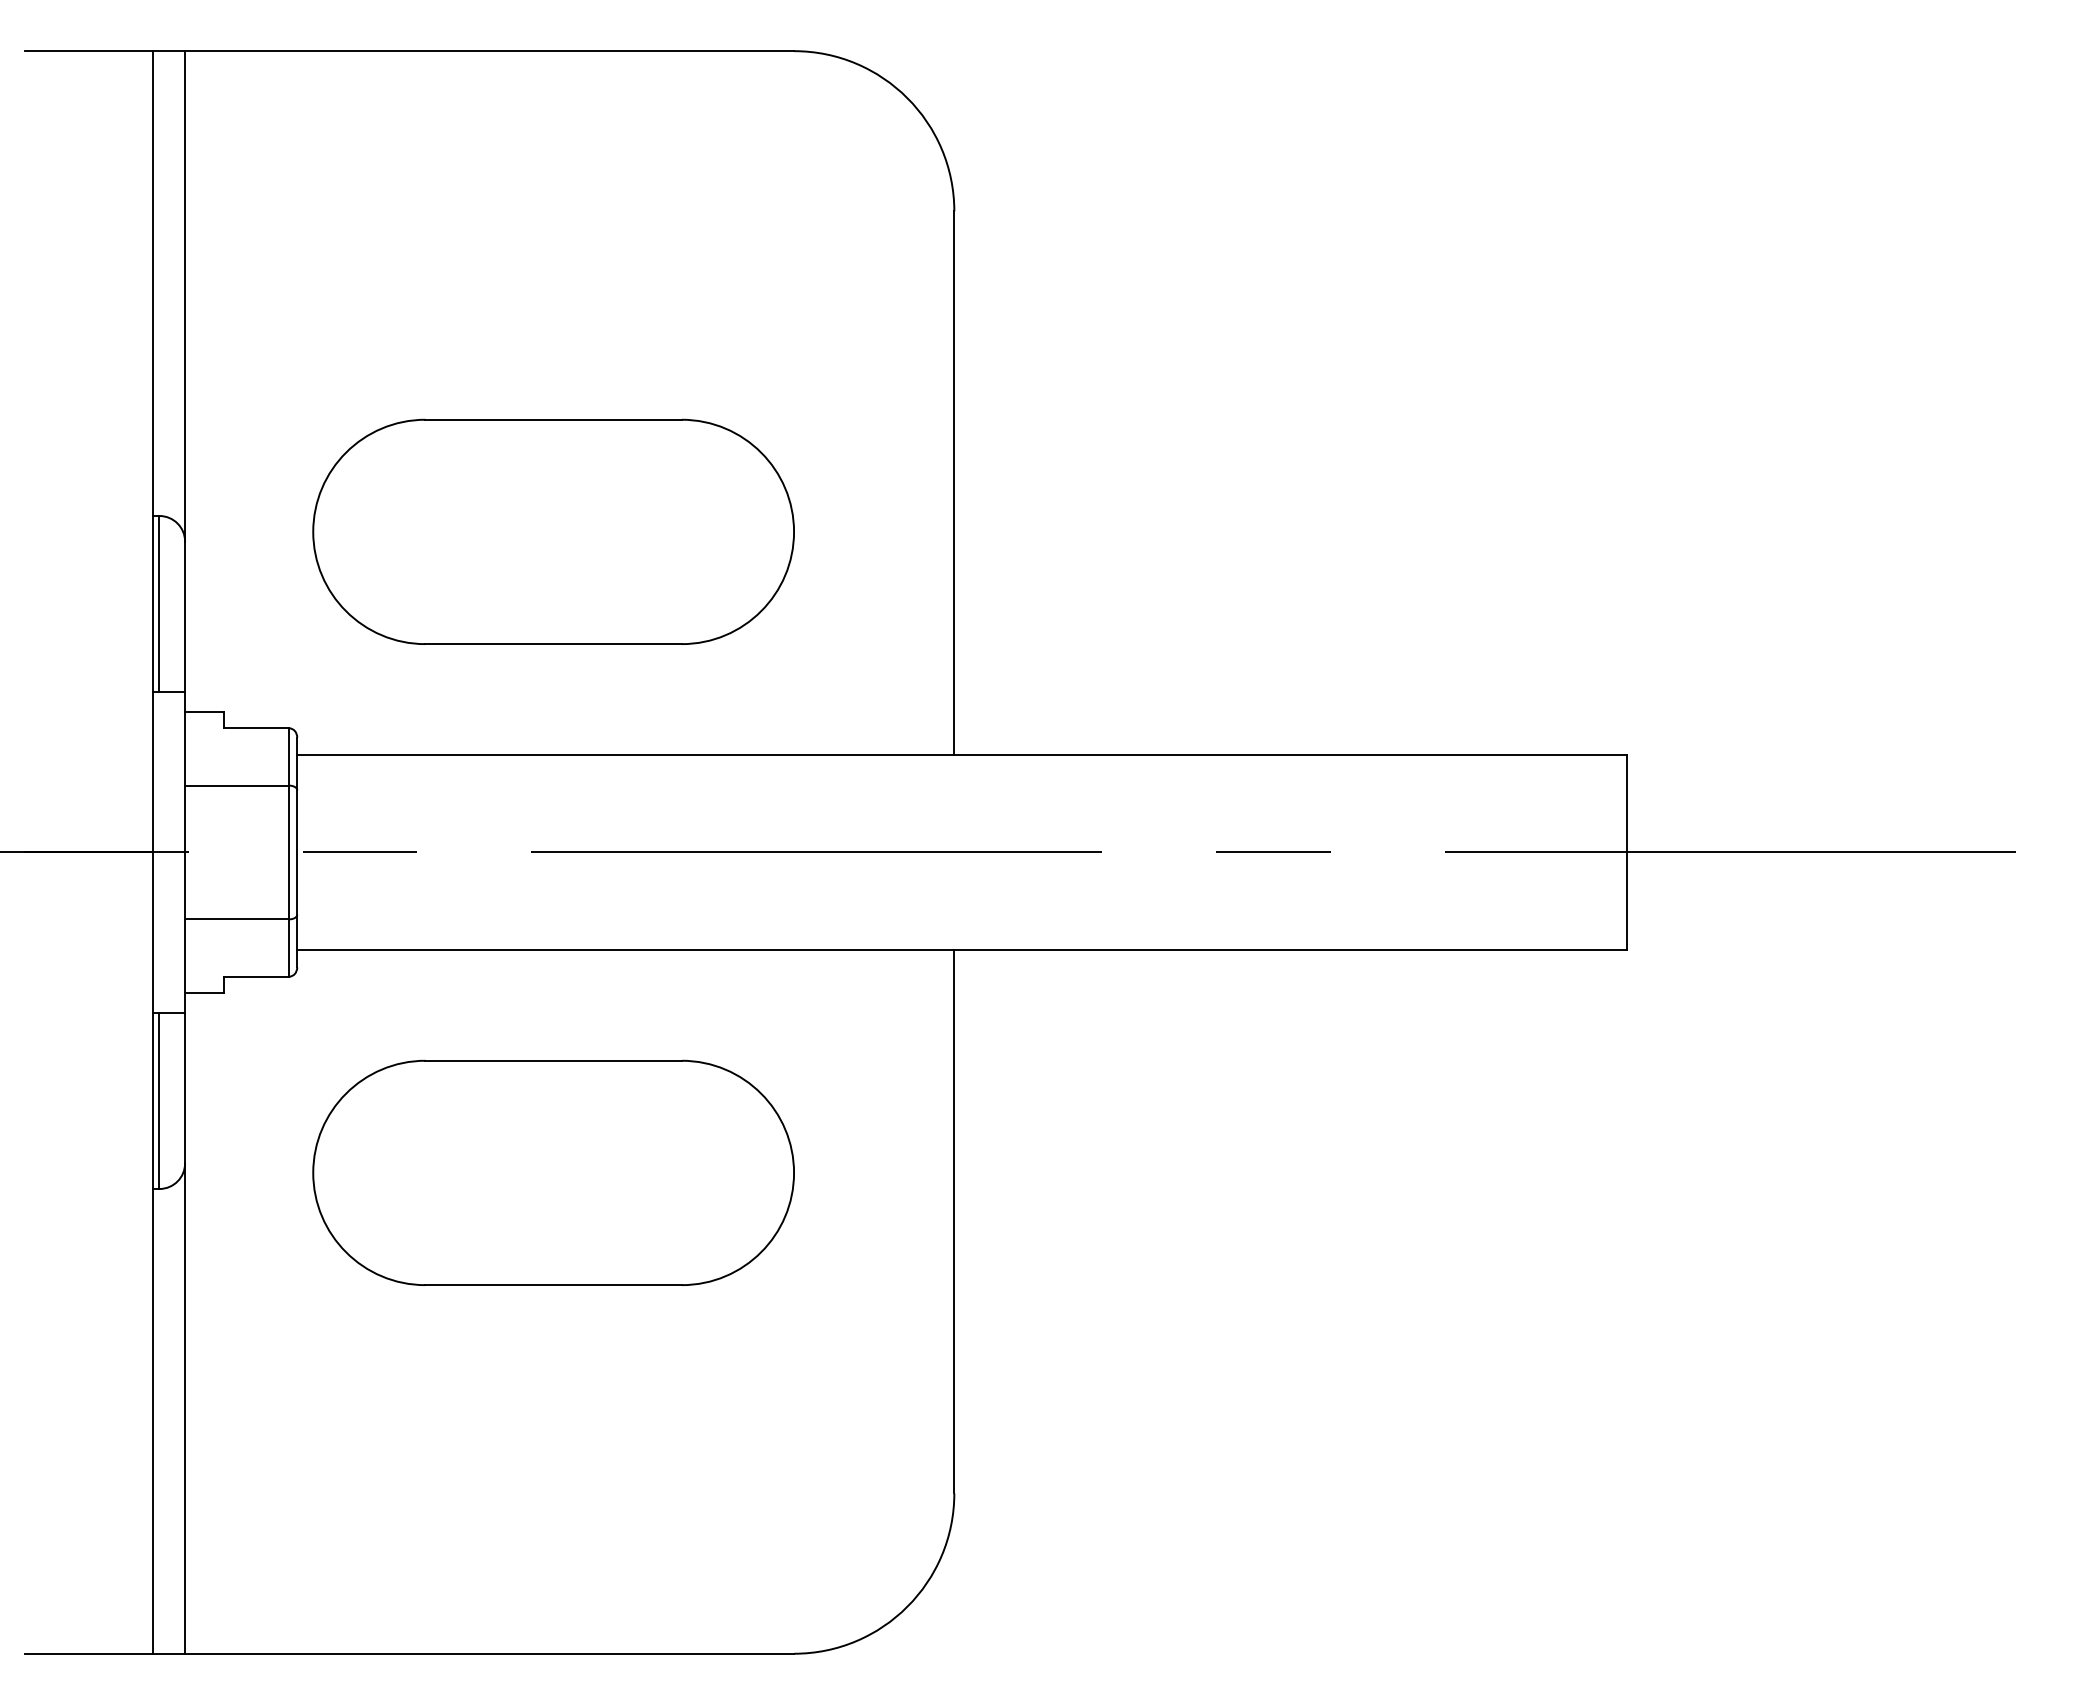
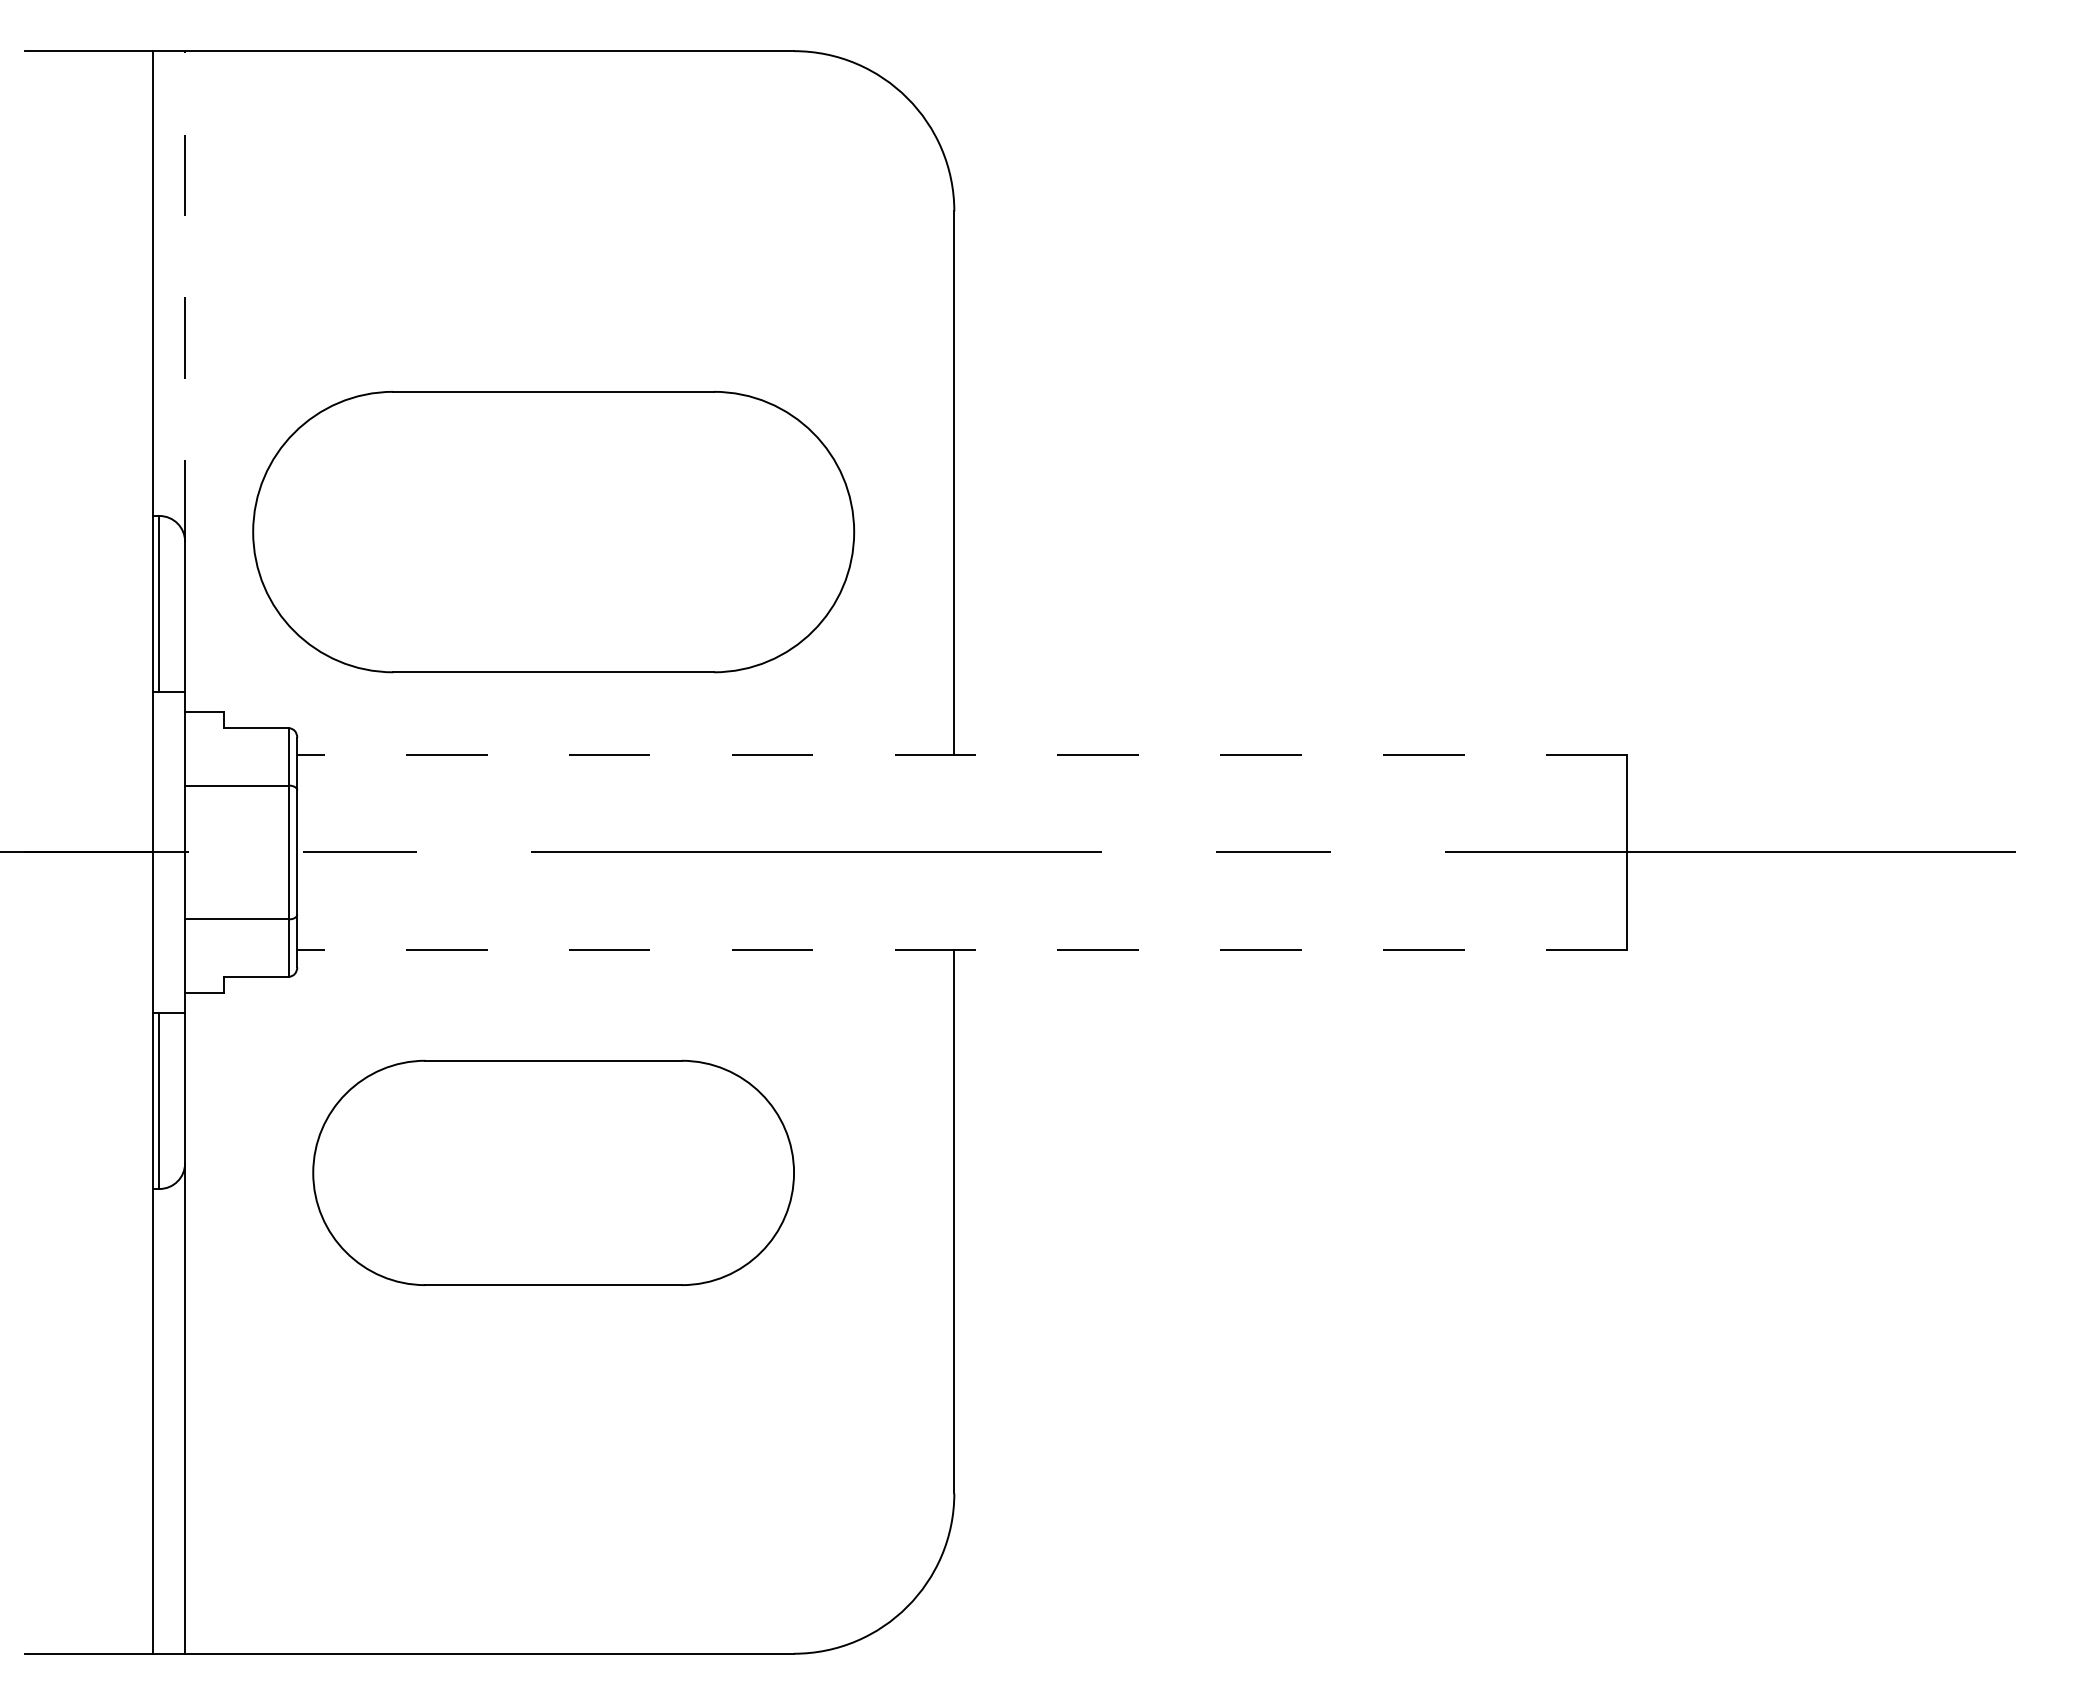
line at (185, 295): solid -> dashed
part at (553, 531) size: 483x227 px -> 604x283 px
line at (961, 754): solid -> dashed
line at (961, 950): solid -> dashed
